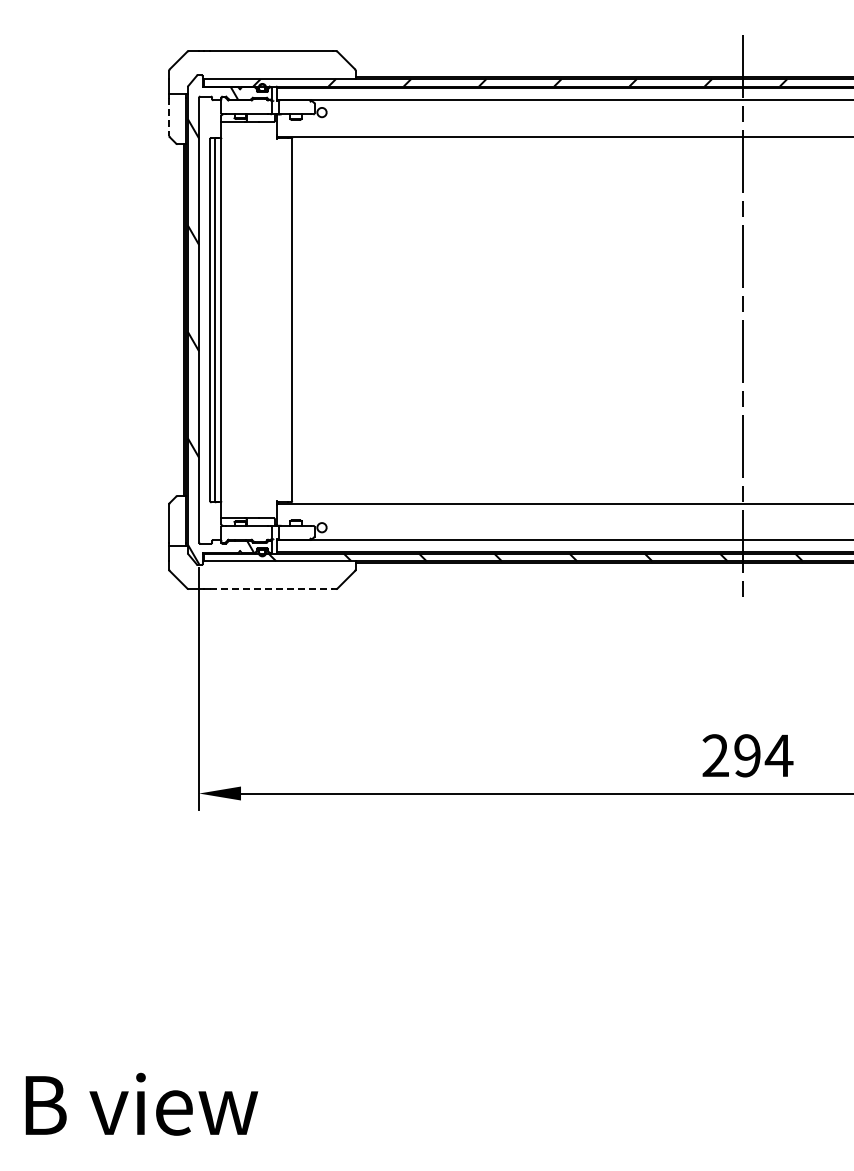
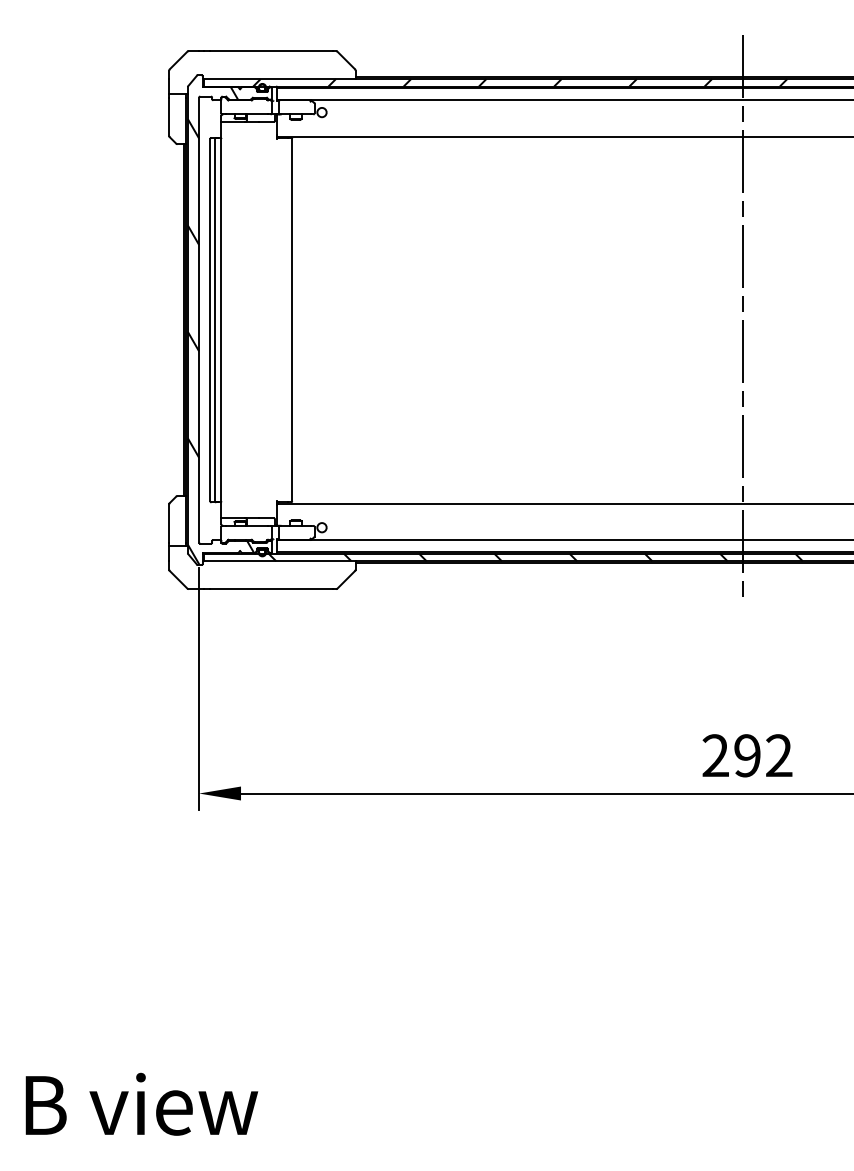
line at (169, 117): dashed -> solid
line at (271, 589): dashed -> solid
text at (778, 755): 294 -> 292
